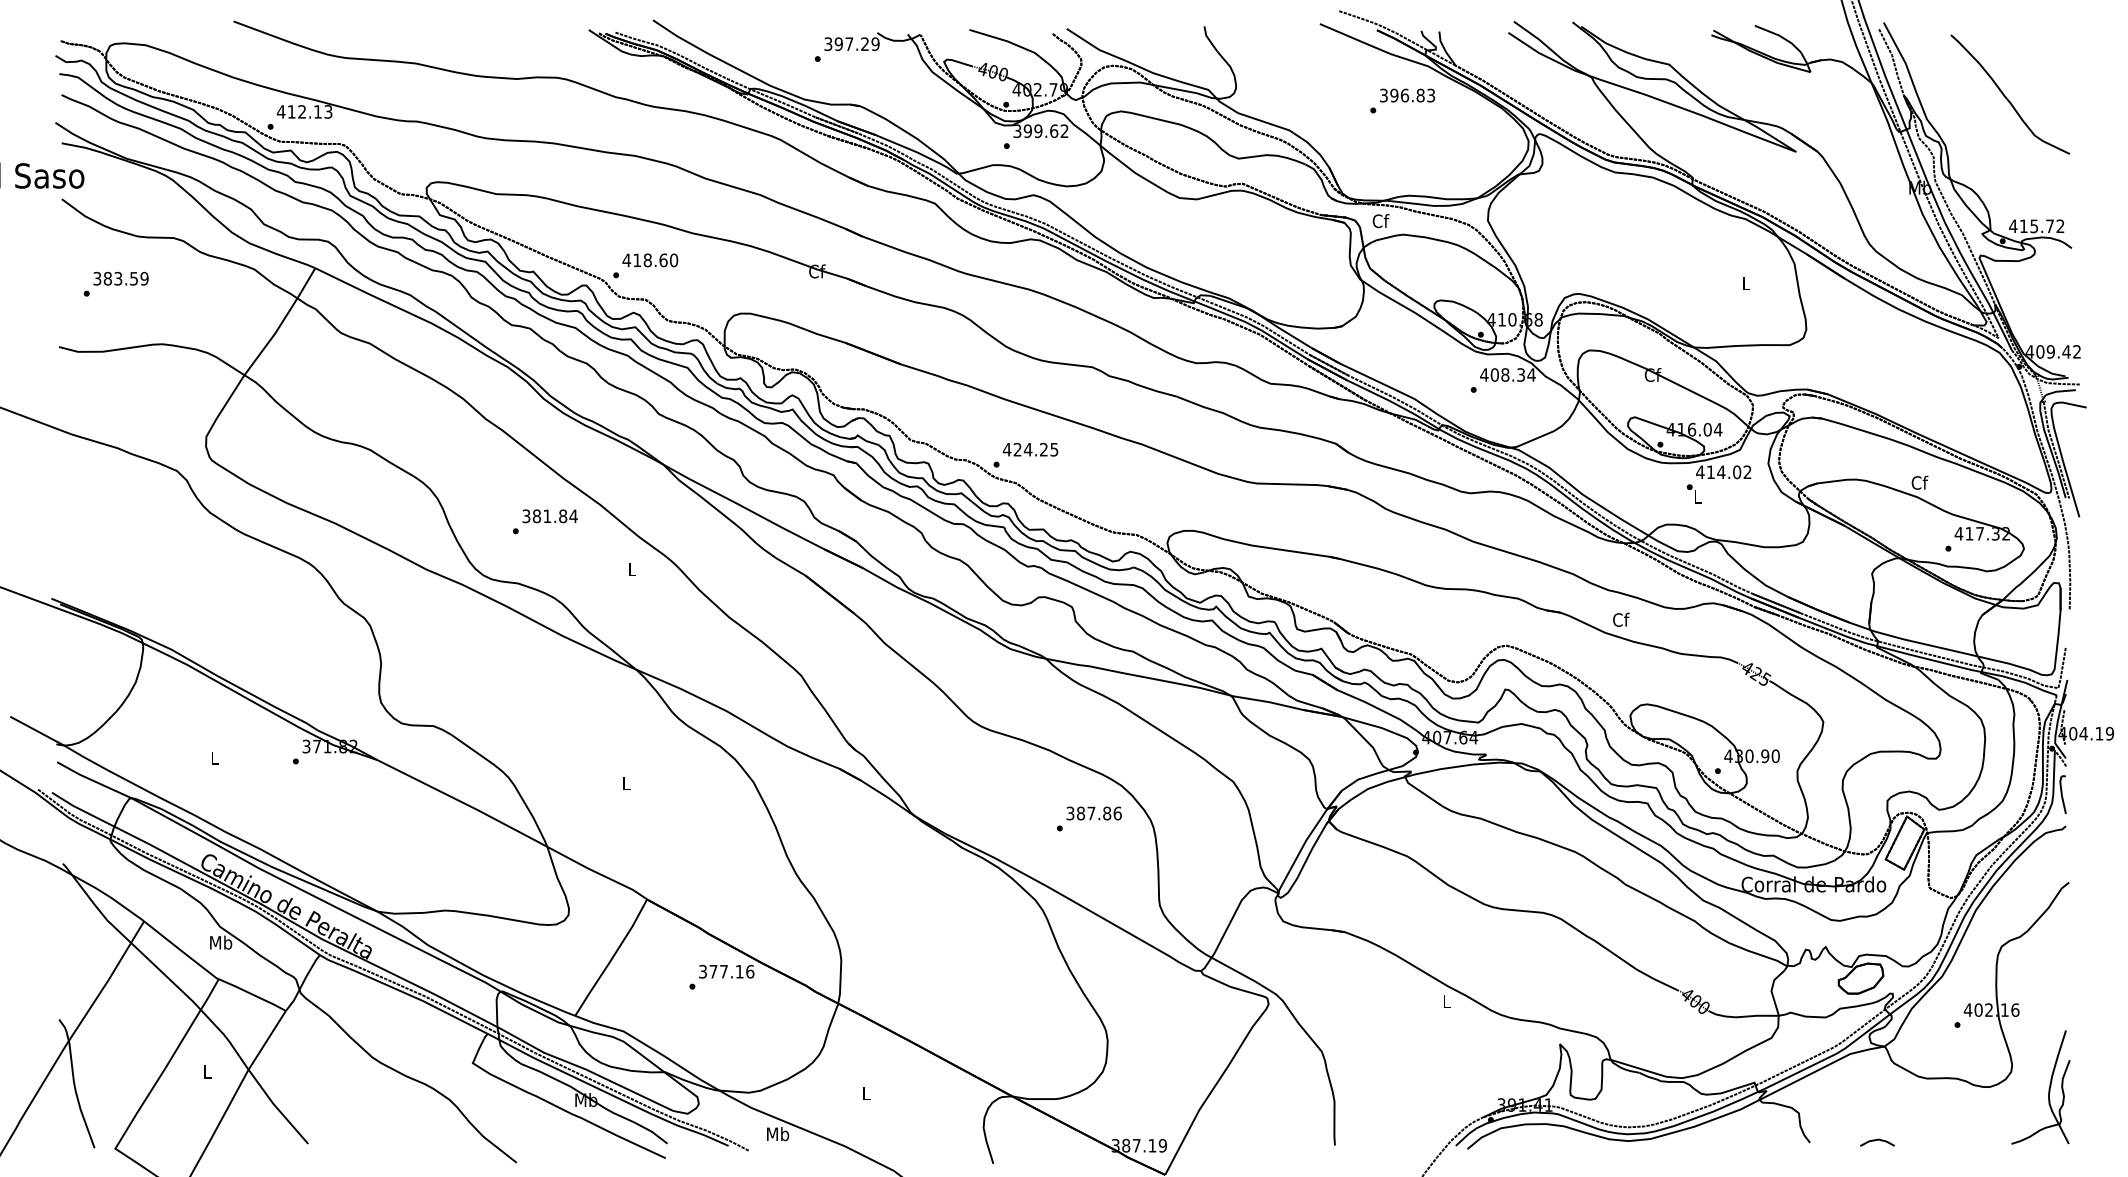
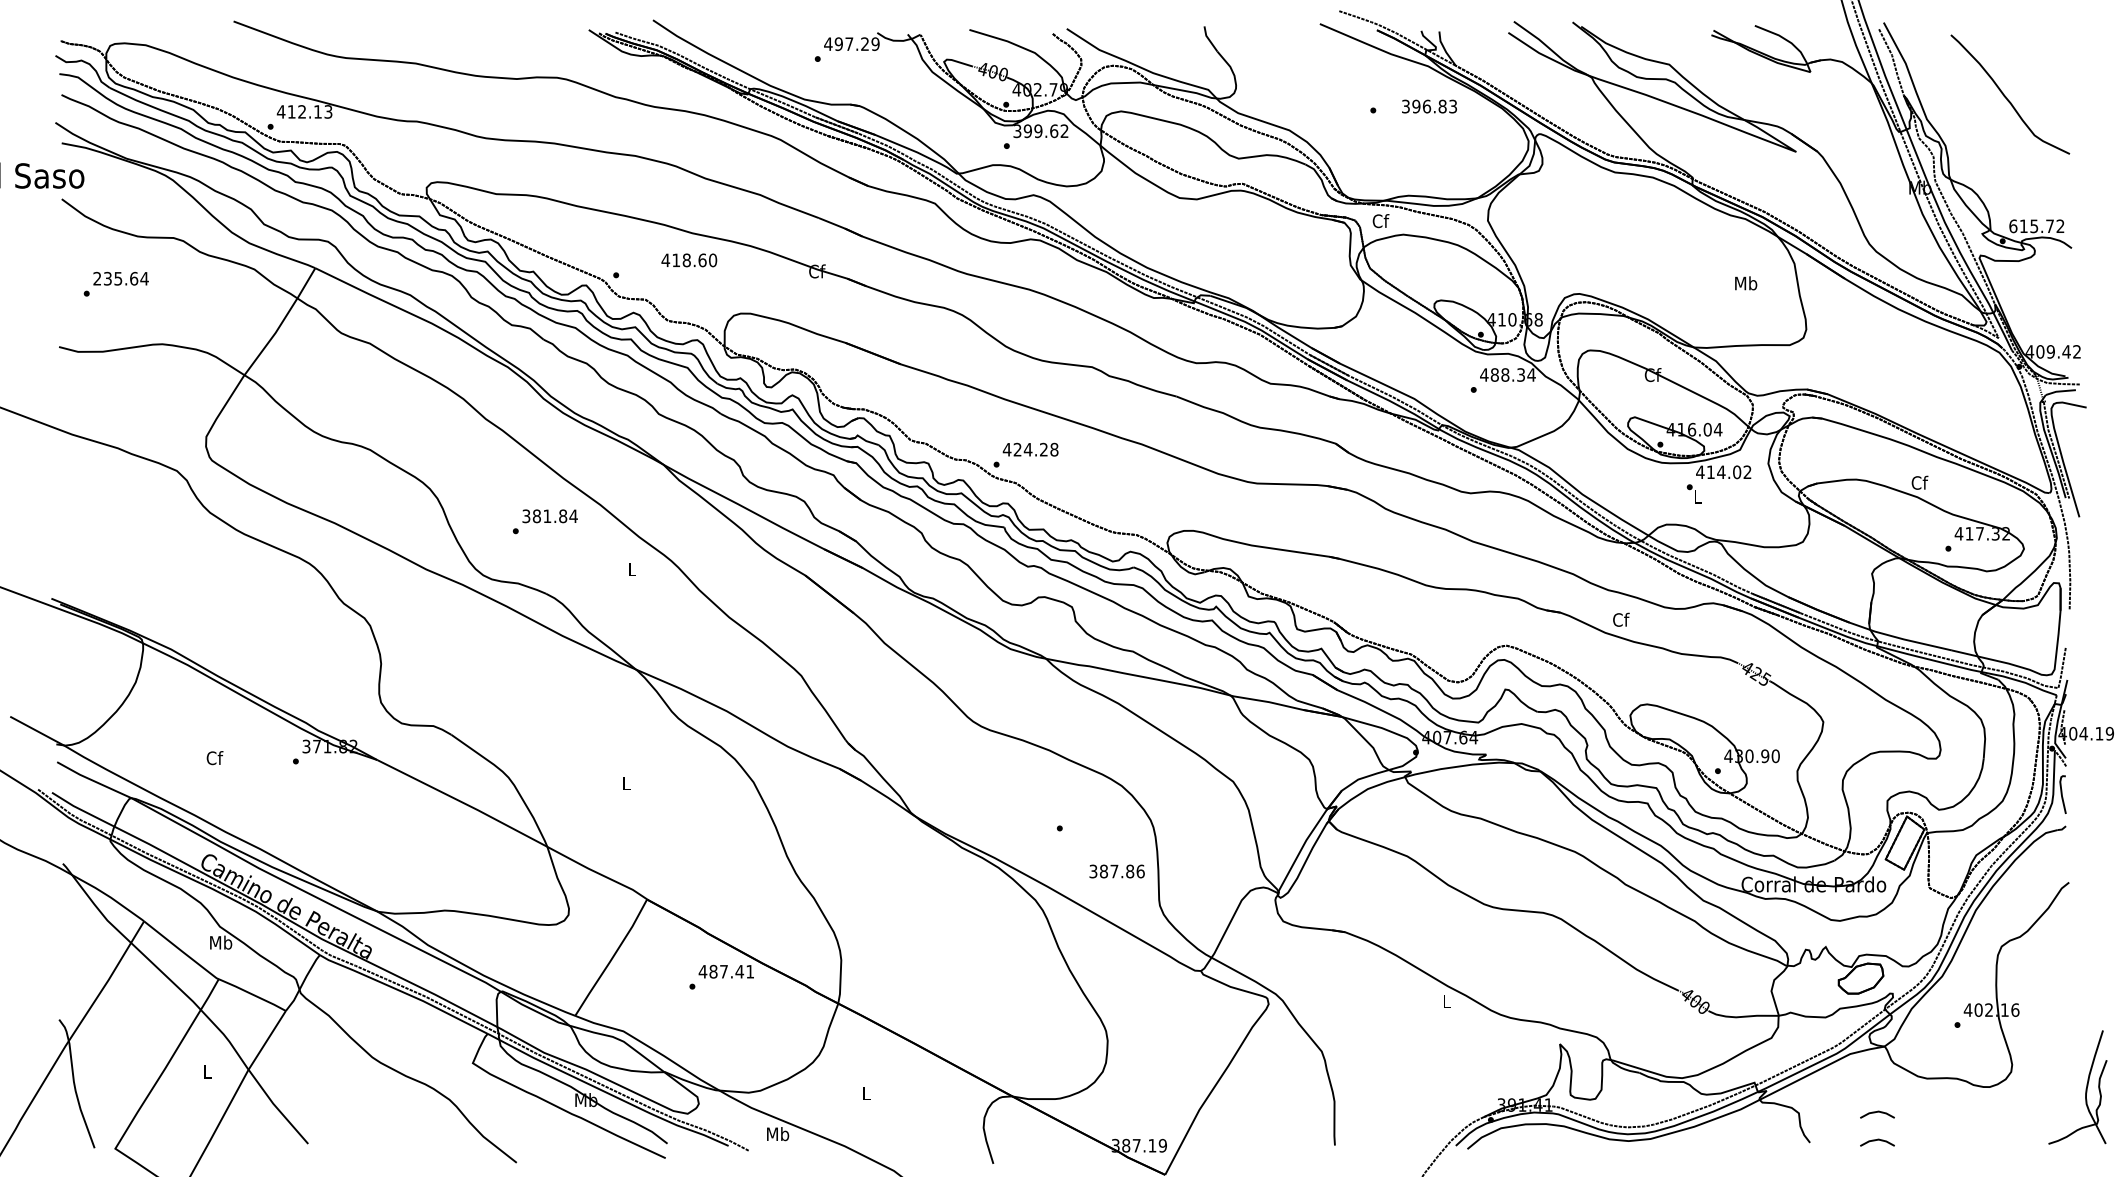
text at (828, 44): 397.29 -> 497.29
text at (1407, 95) position: (1407, 95) -> (1429, 106)
text at (2013, 226): 415.72 -> 615.72
text at (650, 260) position: (650, 260) -> (689, 260)
text at (120, 278): 383.59 -> 235.64
text at (1746, 283): L -> Mb
text at (1494, 374): 408.34 -> 488.34
text at (1054, 449): 424.25 -> 424.28
text at (214, 758): L -> Cf
text at (1093, 813) position: (1093, 813) -> (1116, 871)
text at (726, 971): 377.16 -> 487.41
part at (2048, 1088) position: (2048, 1088) -> (2085, 1088)
line at (1877, 1112): none -> present
